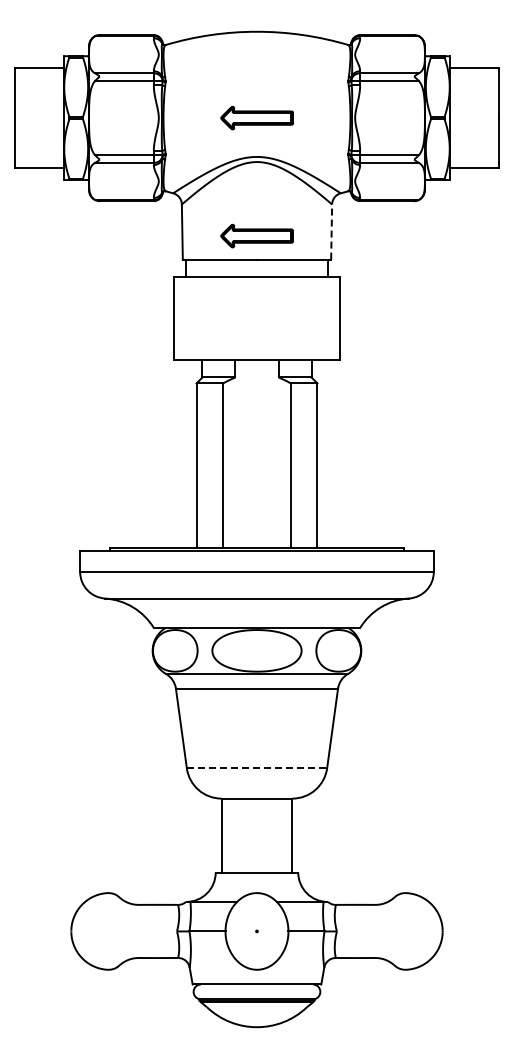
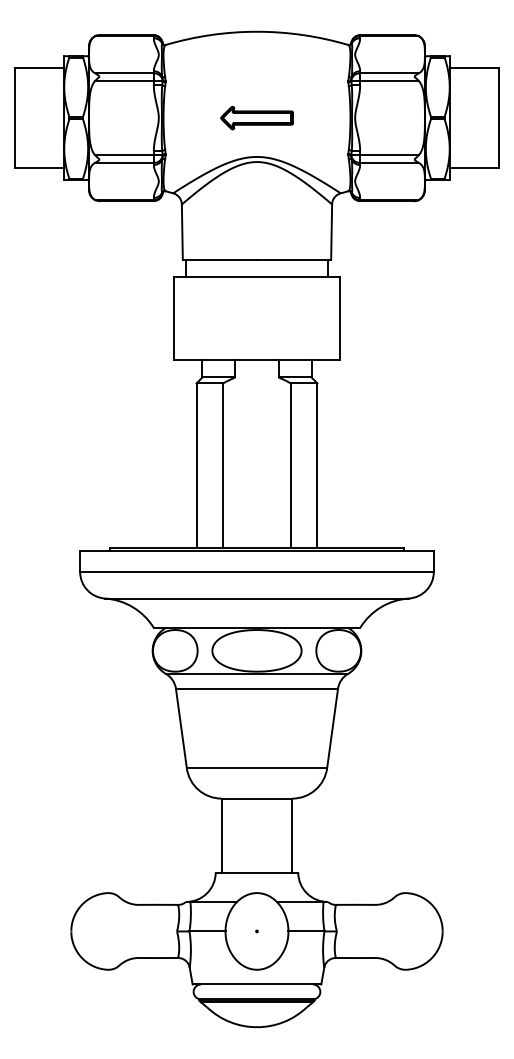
line at (331, 232): dashed -> solid
part at (256, 235): present -> none
line at (257, 768): dashed -> solid
